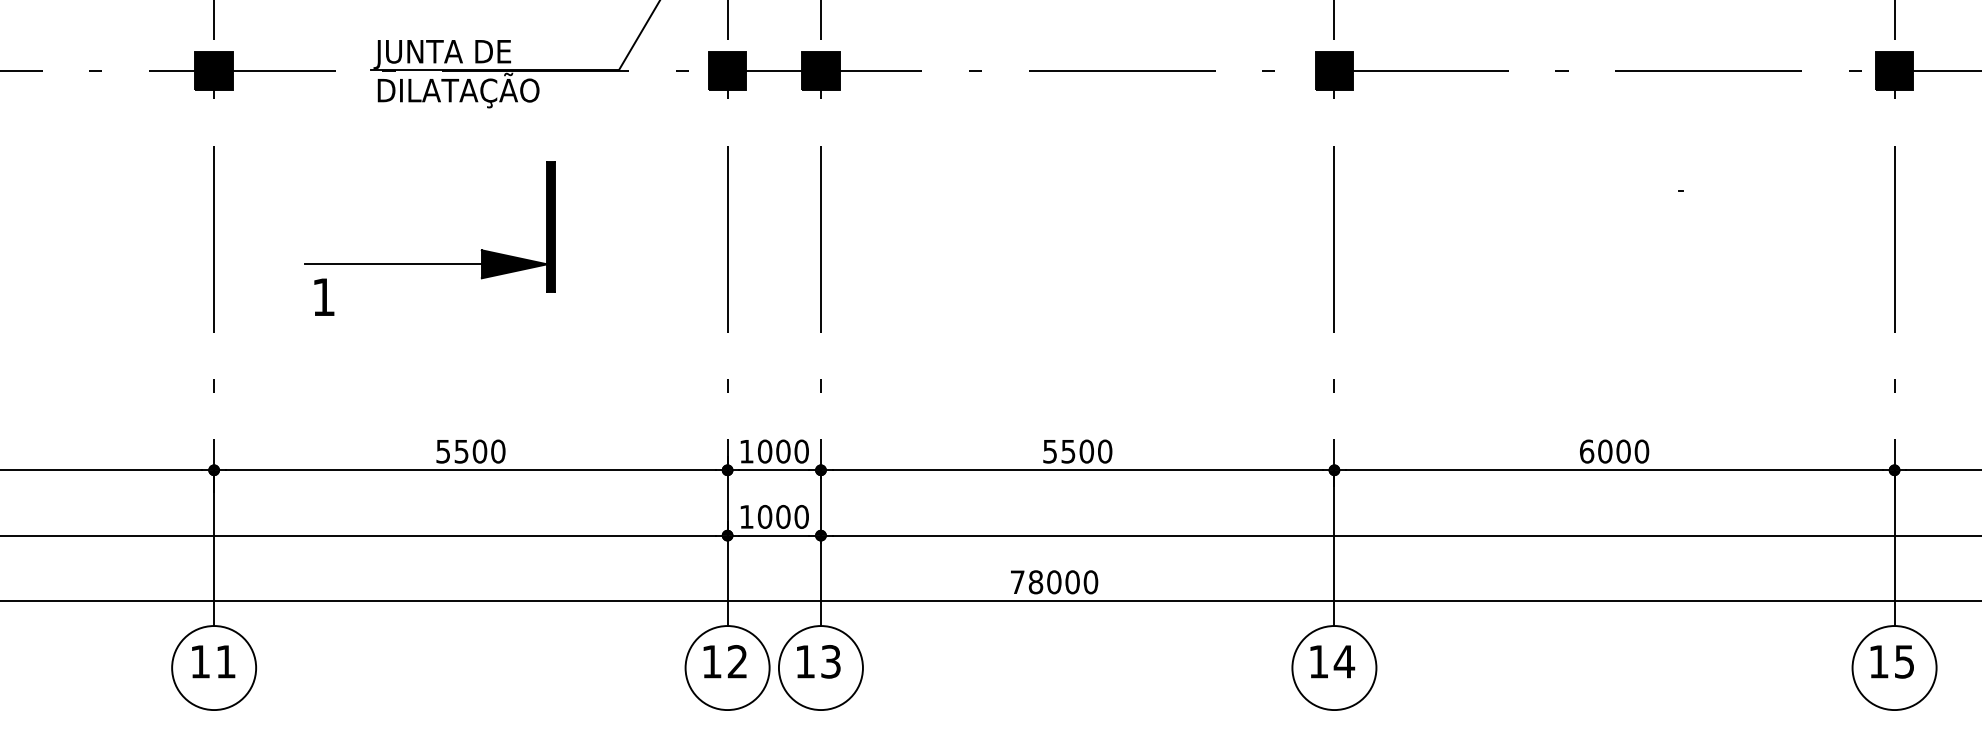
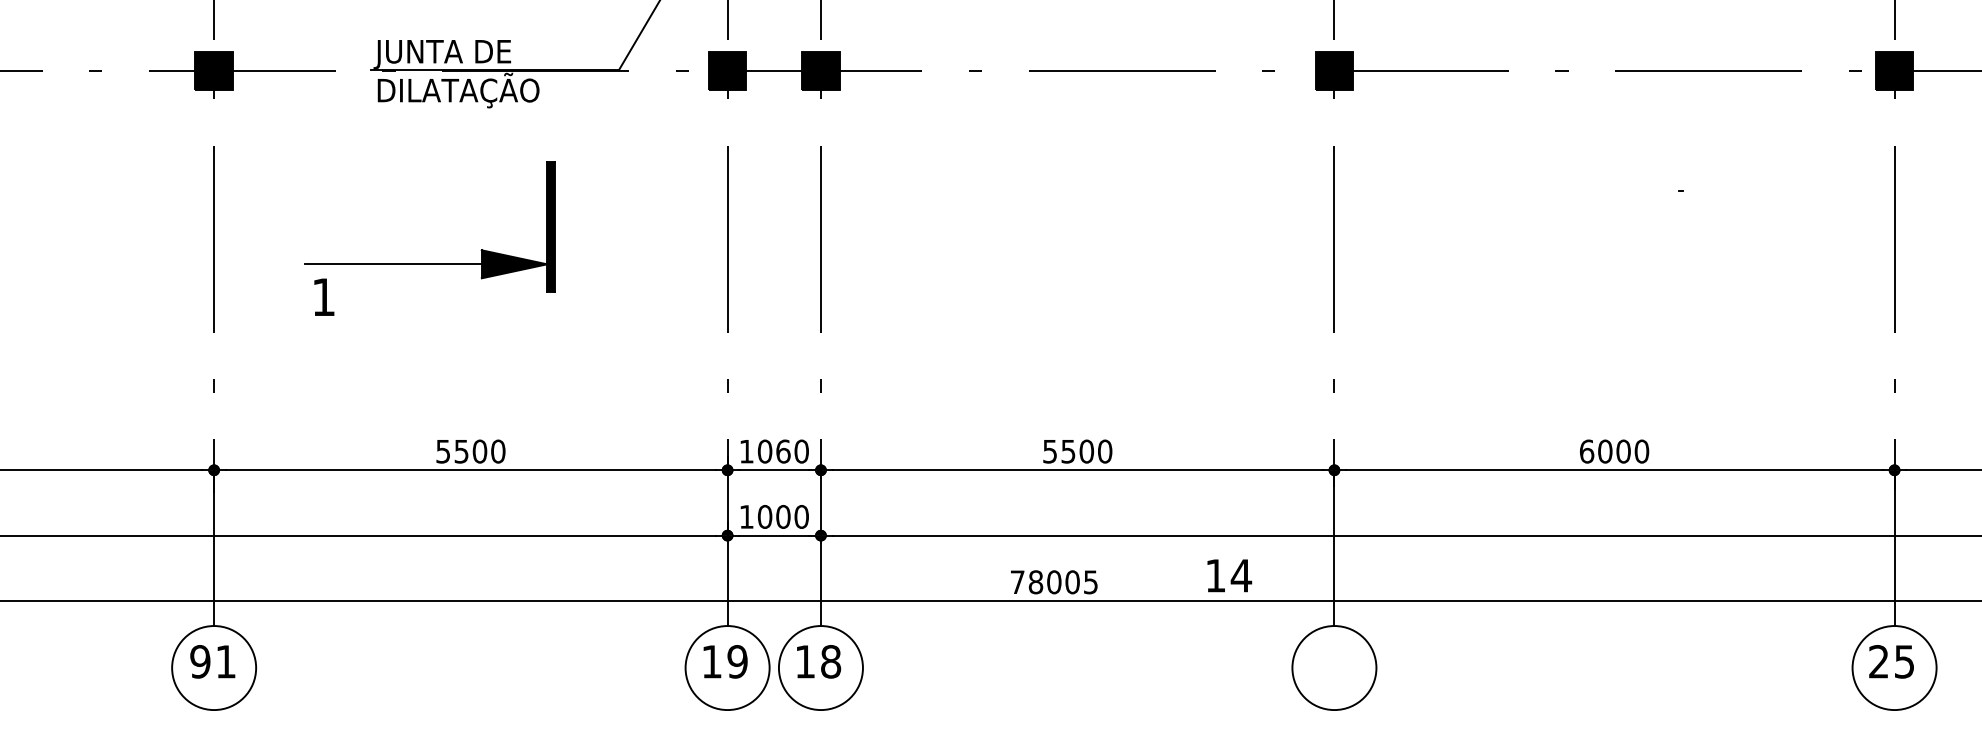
text at (783, 451): 1000 -> 1060
text at (1090, 582): 78000 -> 78005
text at (200, 661): 11 -> 91
text at (737, 661): 12 -> 19
text at (831, 661): 13 -> 18
text at (1332, 661) position: (1332, 661) -> (1229, 575)
text at (1878, 661): 15 -> 25
